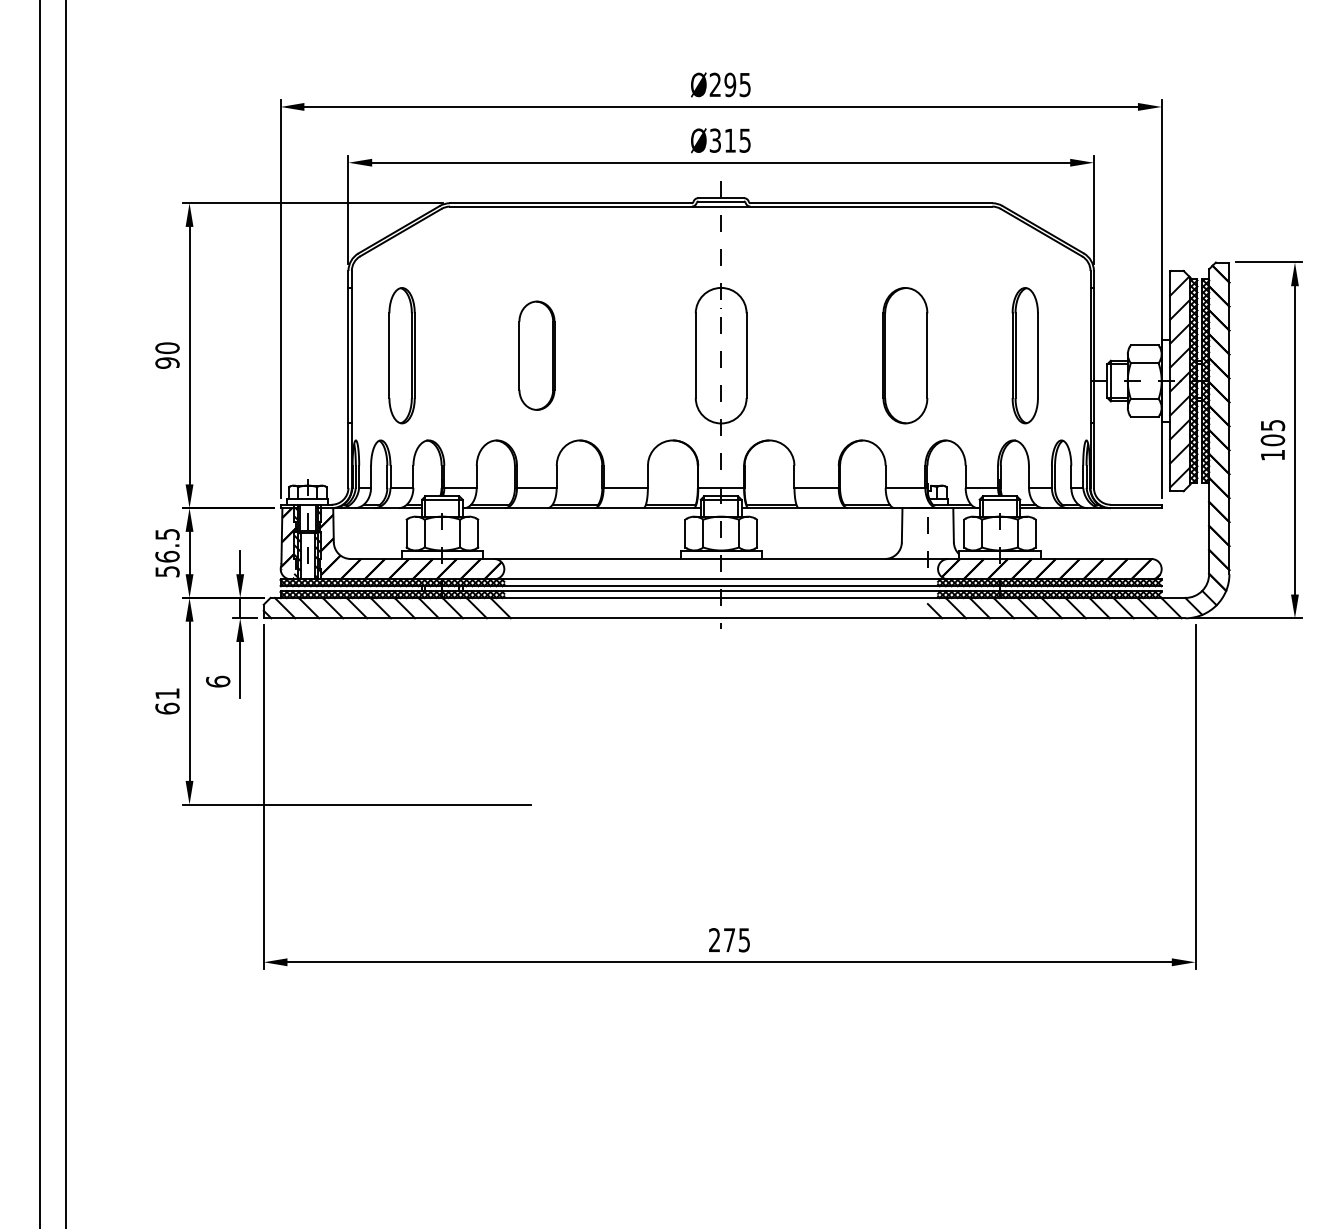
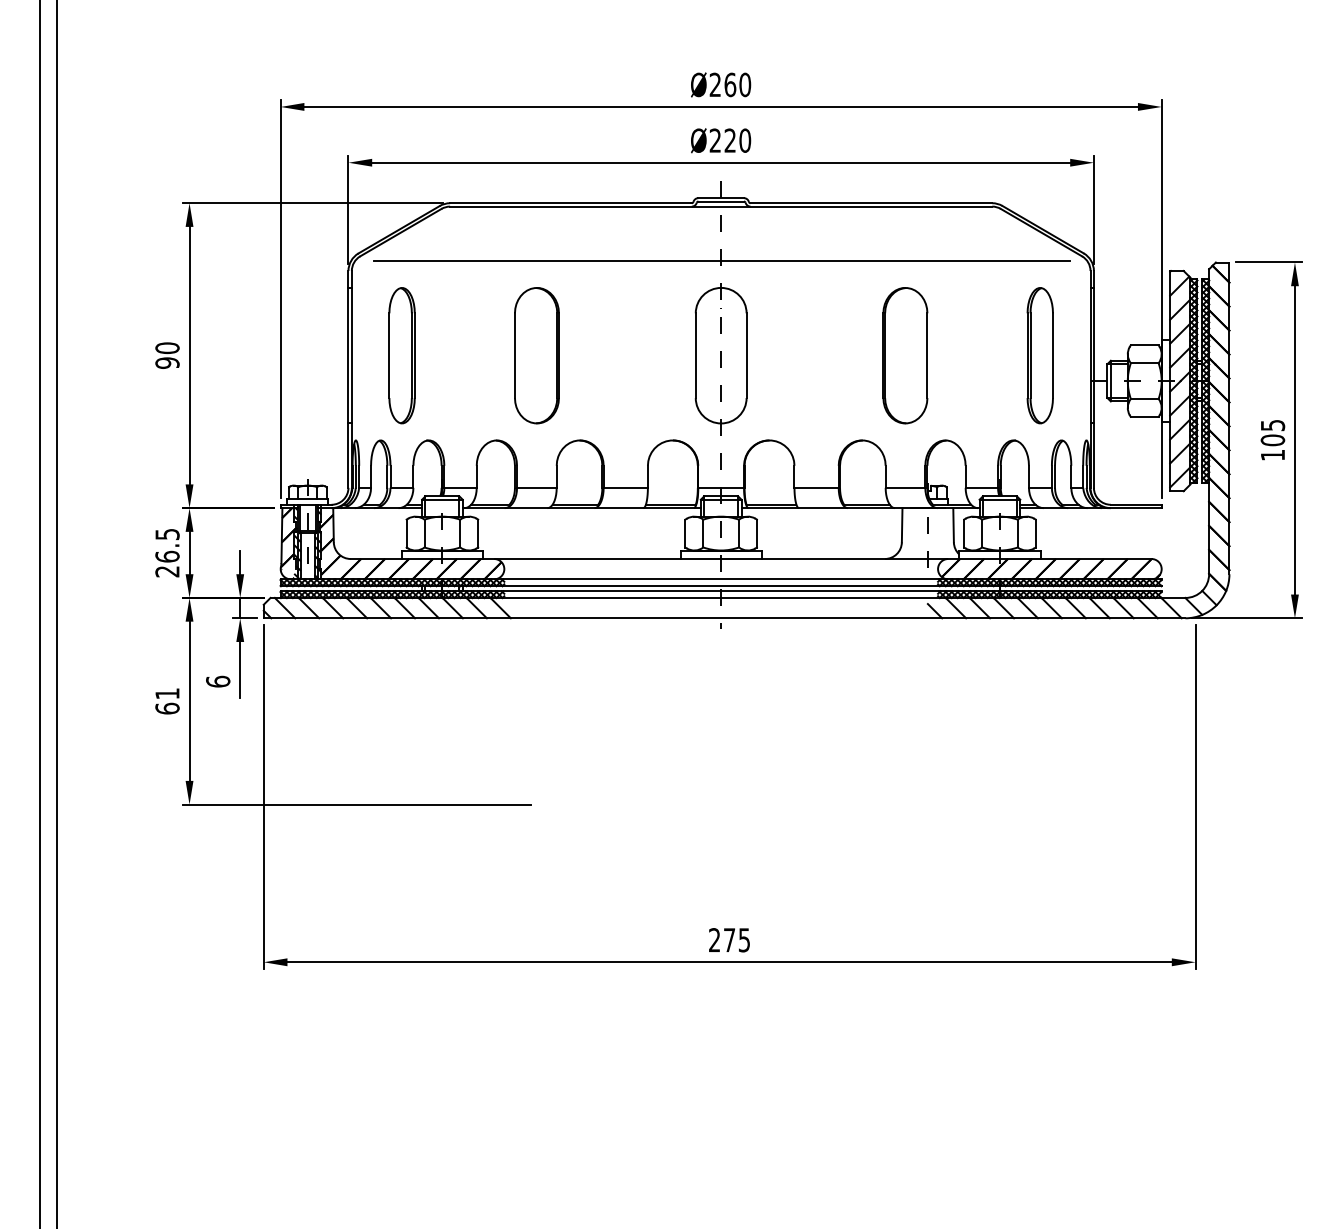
text at (737, 84): Ø295 -> Ø260
text at (730, 140): Ø315 -> Ø220
line at (721, 260): none -> present
part at (536, 355) size: 38x111 px -> 46x138 px
part at (1024, 355) position: (1024, 355) -> (1039, 355)
text at (167, 571): 56.5 -> 26.5
line at (66, 613) position: (66, 613) -> (57, 613)
